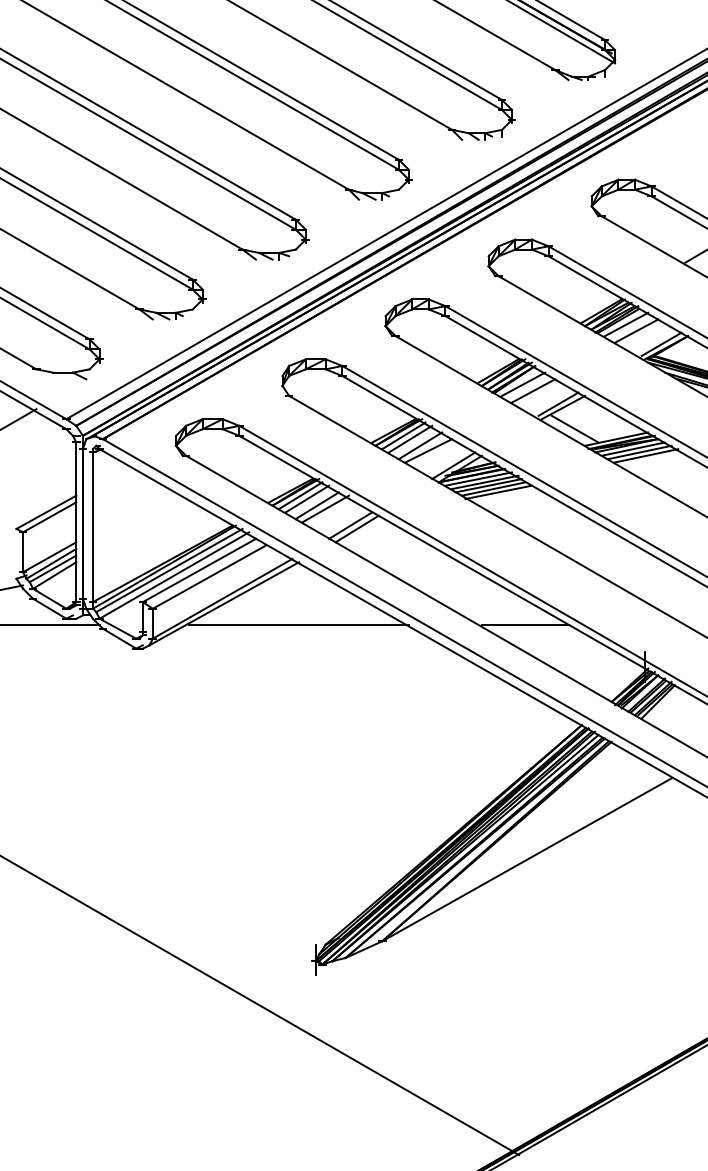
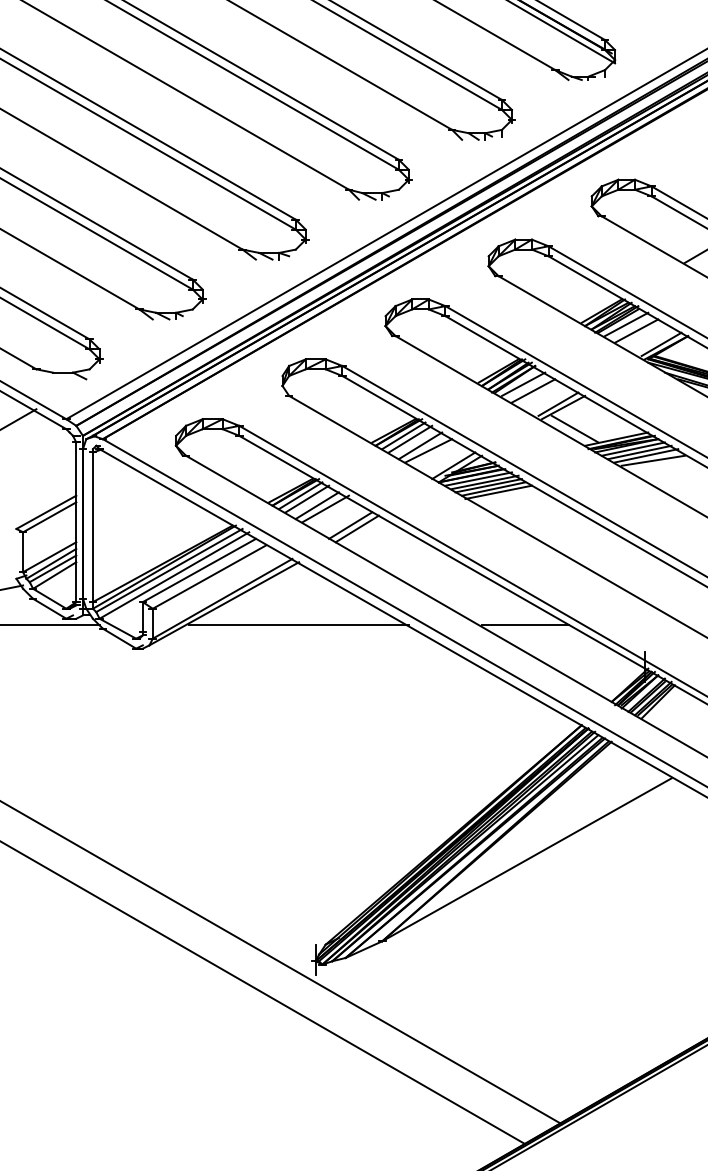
line at (652, 460): none -> present
line at (281, 963): none -> present
line at (260, 1006) position: (260, 1006) -> (263, 993)
